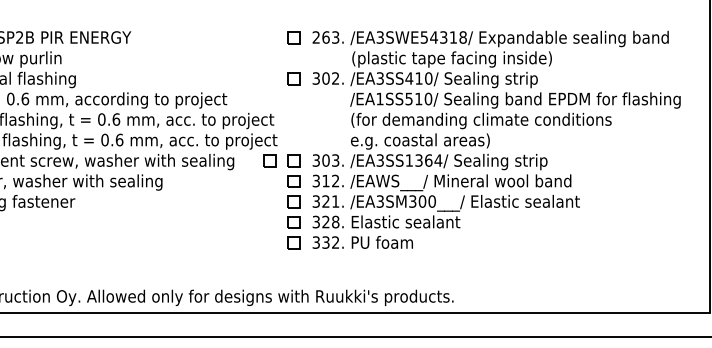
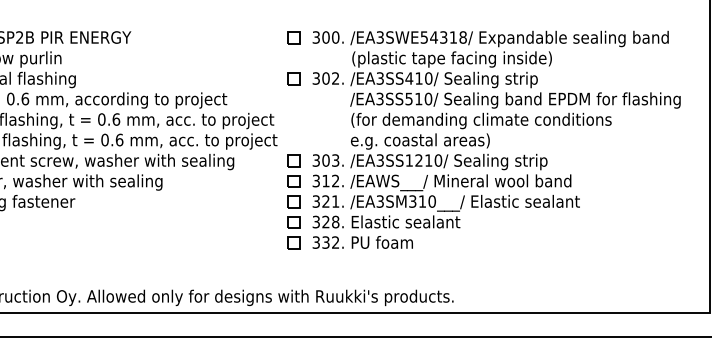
text at (325, 37): 263. -> 300.
text at (379, 98): /EA1SS510/ -> /EA3SS510/
part at (269, 160): present -> none
text at (428, 160): /EA3SS1364/ -> /EA3SS1210/
text at (422, 201): /EA3SM300___/ -> /EA3SM310___/
